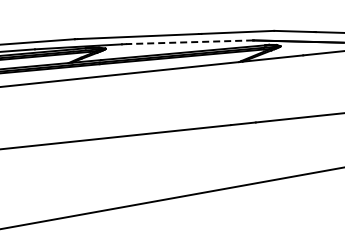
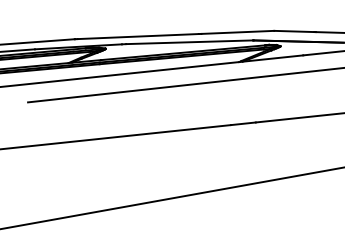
line at (189, 42): dashed -> solid
line at (184, 85): none -> present
